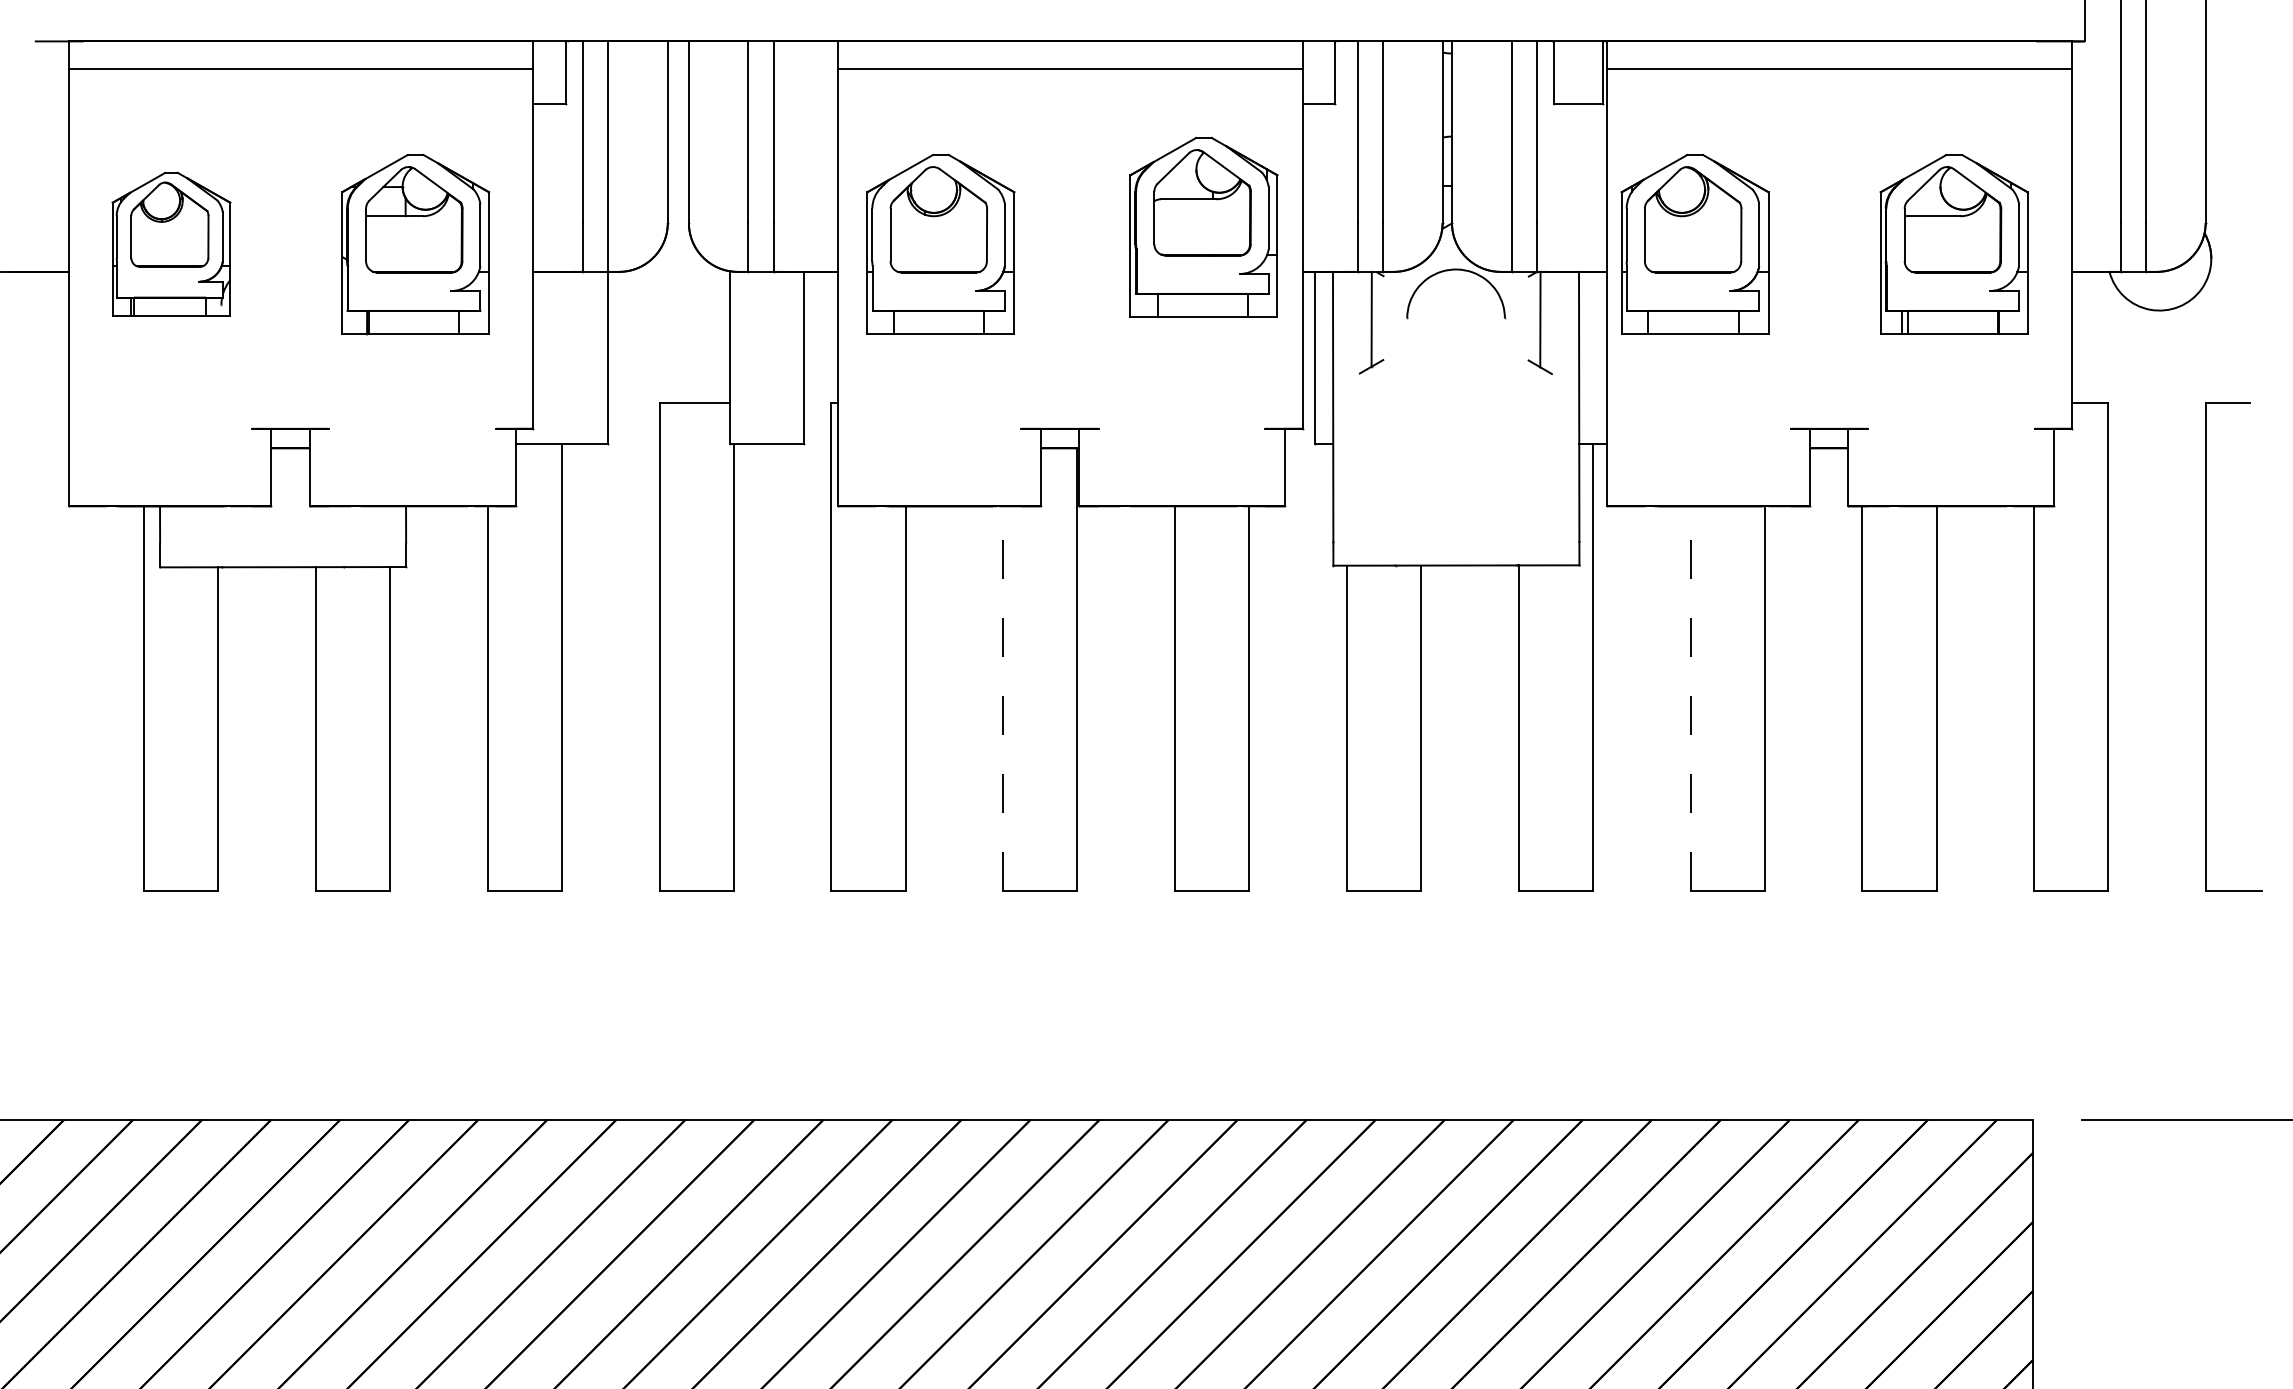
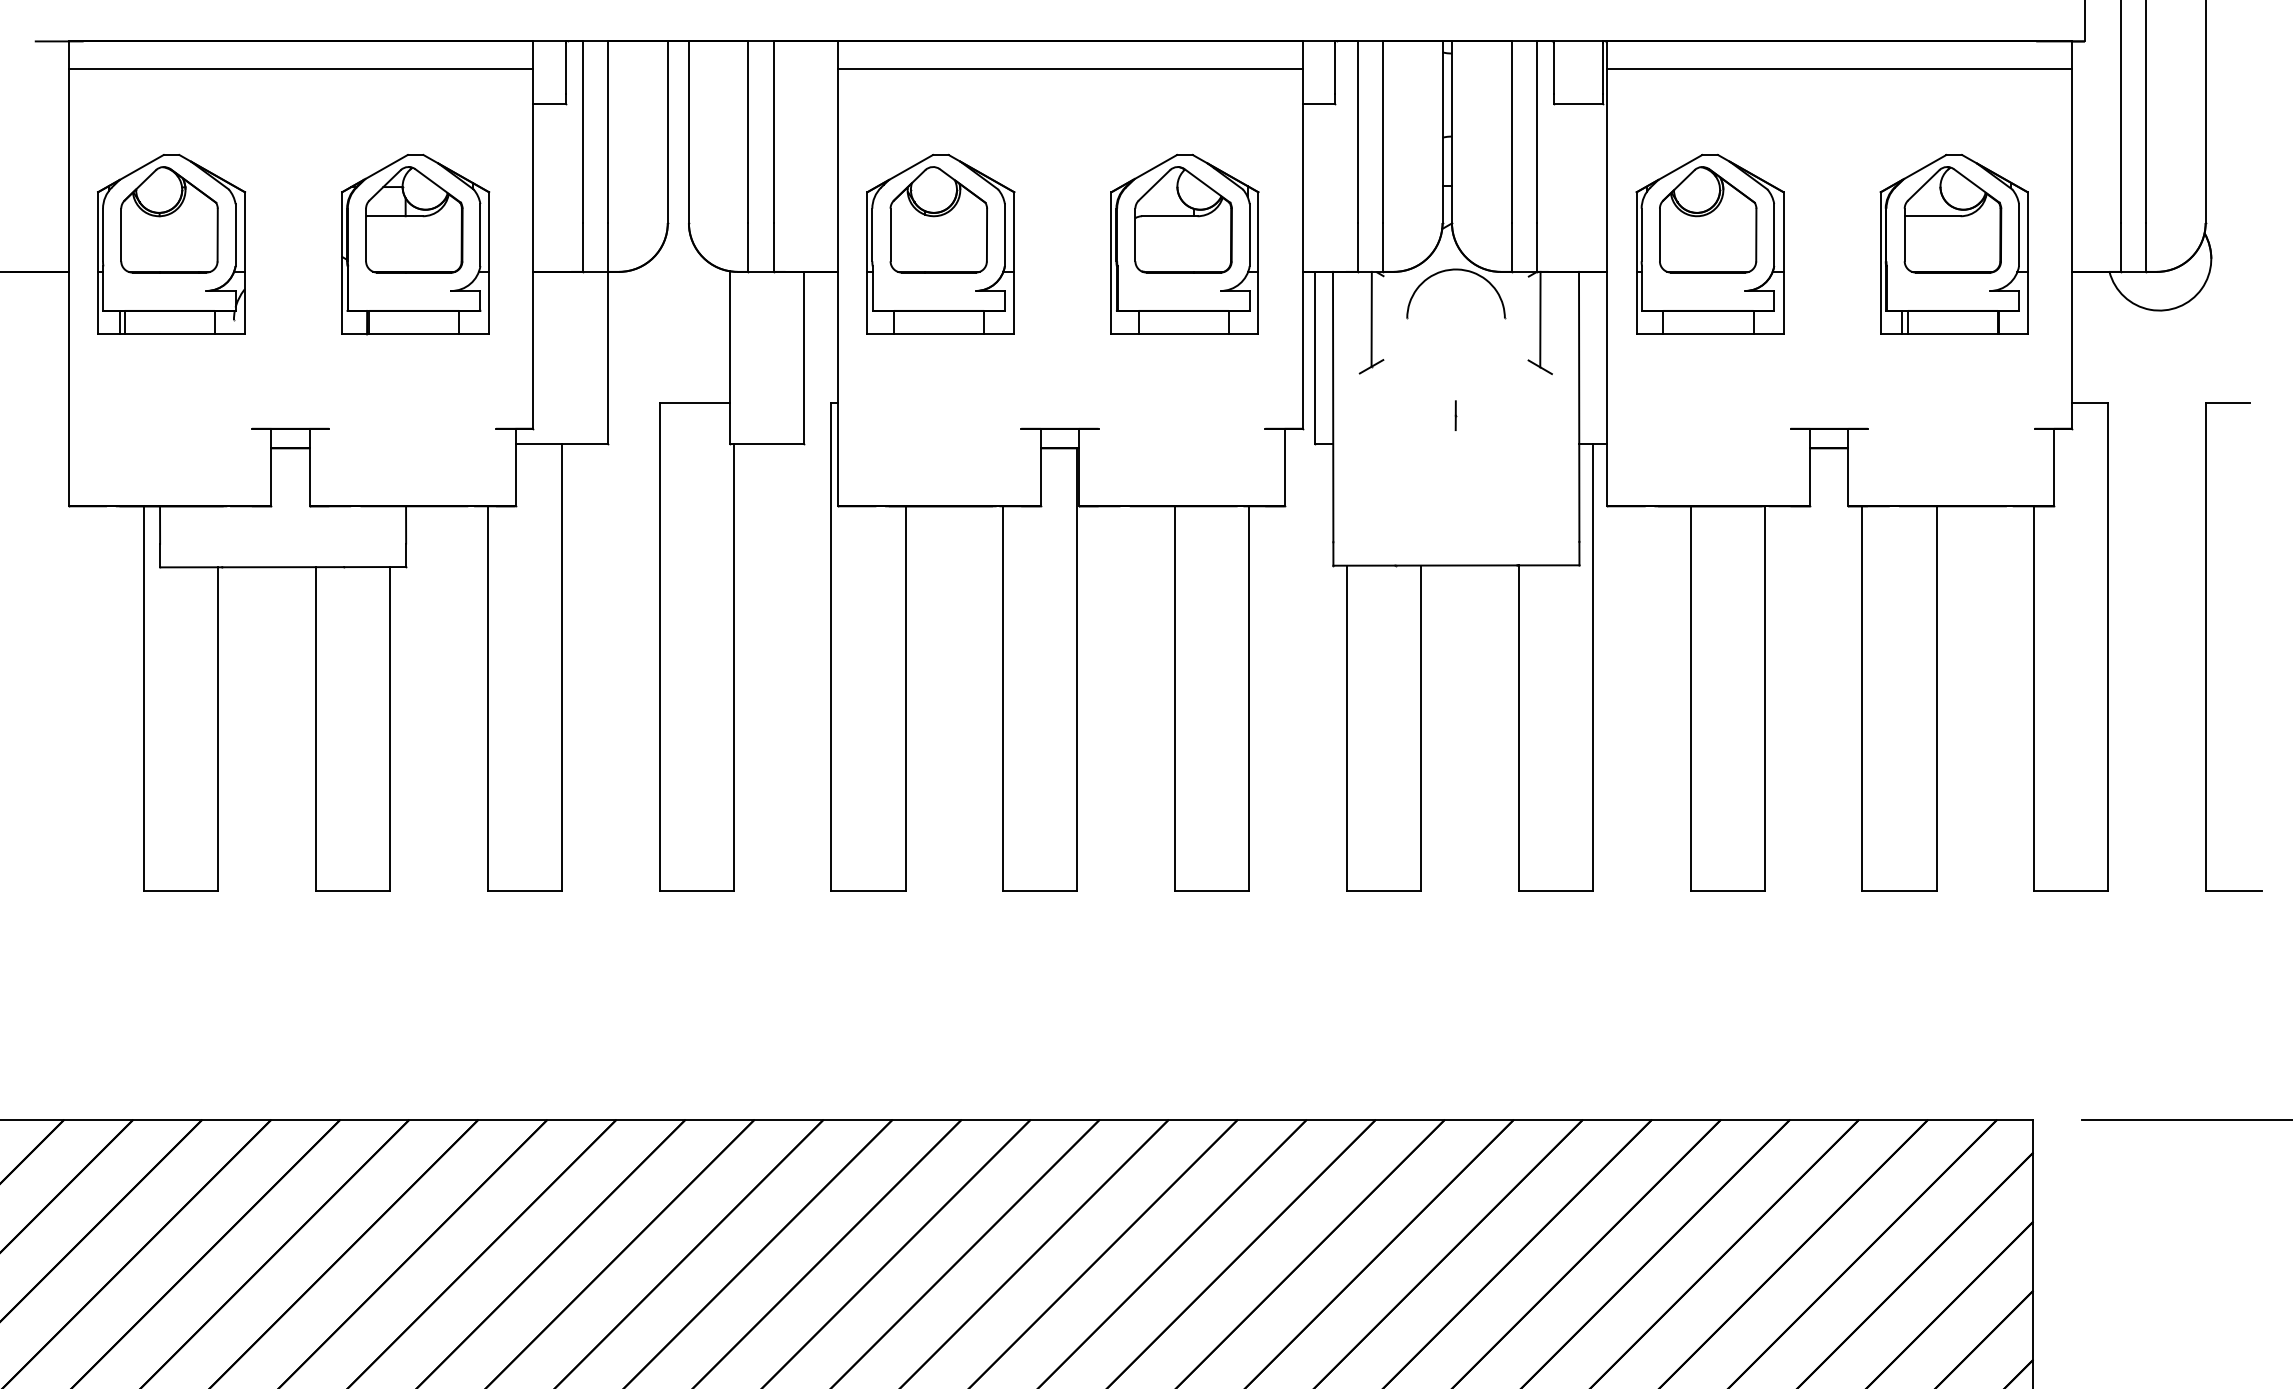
part at (1203, 226) position: (1203, 226) -> (1184, 243)
part at (171, 243) size: 121x146 px -> 149x181 px
part at (1694, 243) position: (1694, 243) -> (1709, 243)
line at (1455, 415): none -> present
line at (1003, 698): dashed -> solid
line at (1690, 698): dashed -> solid
